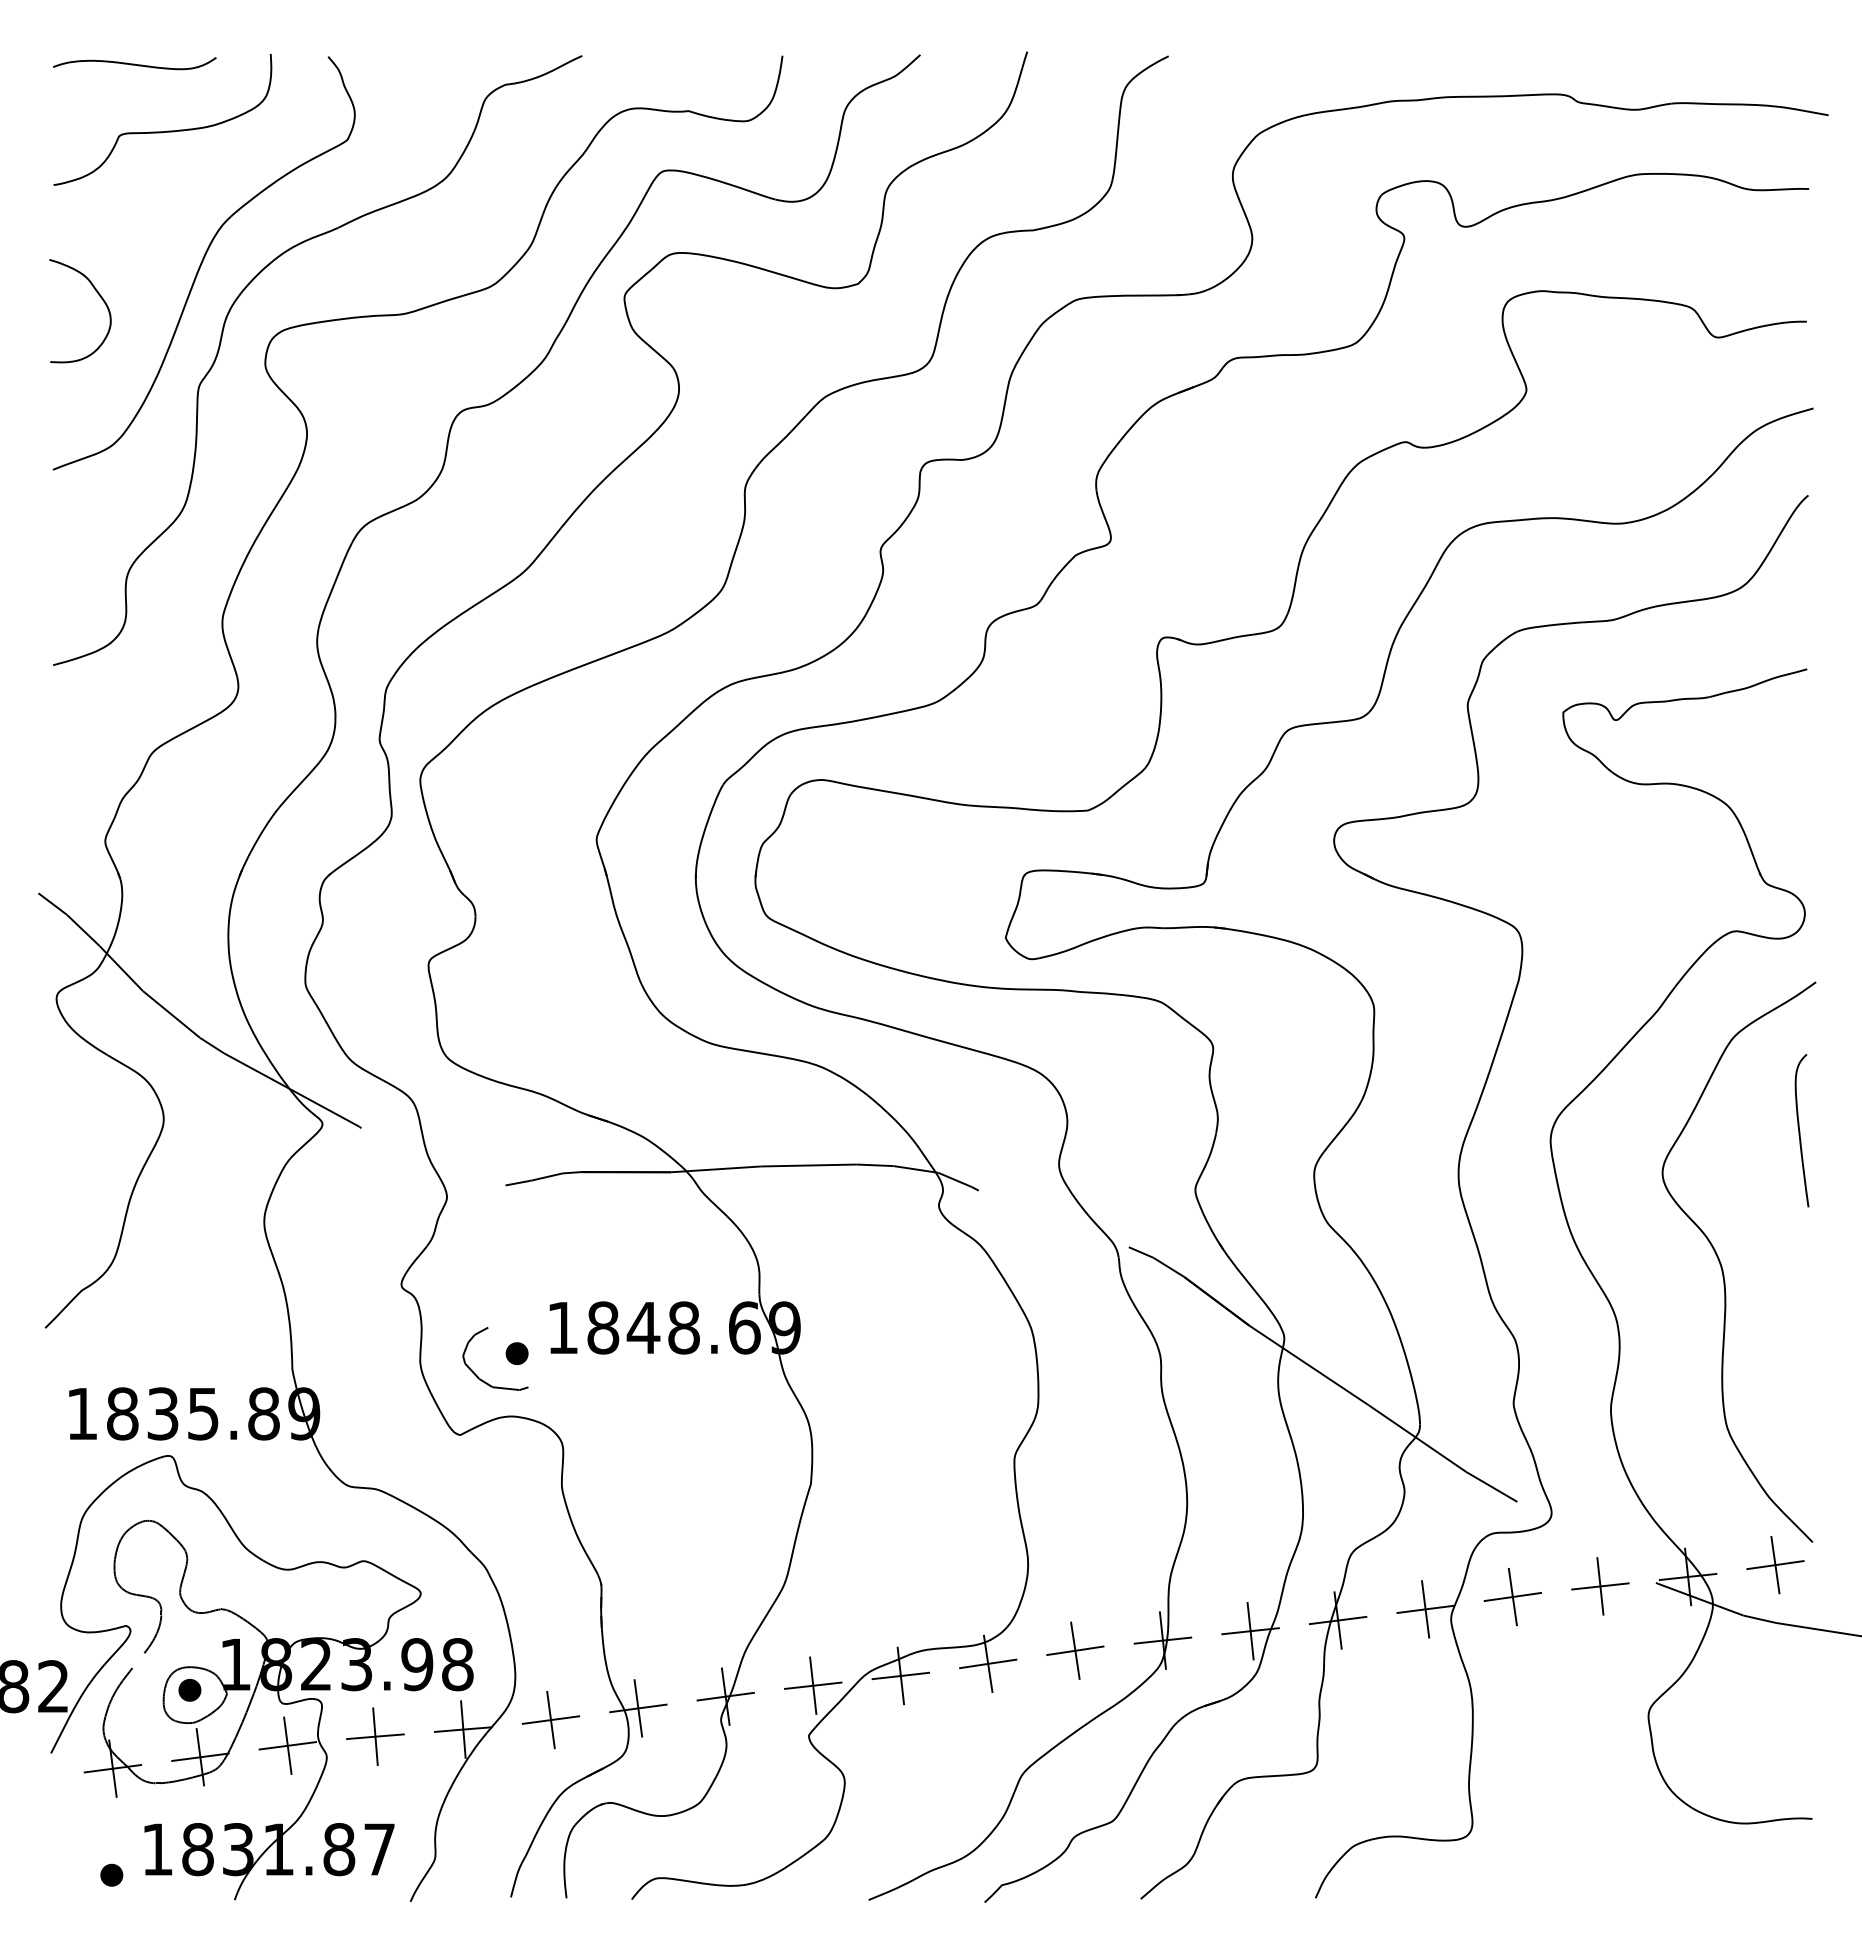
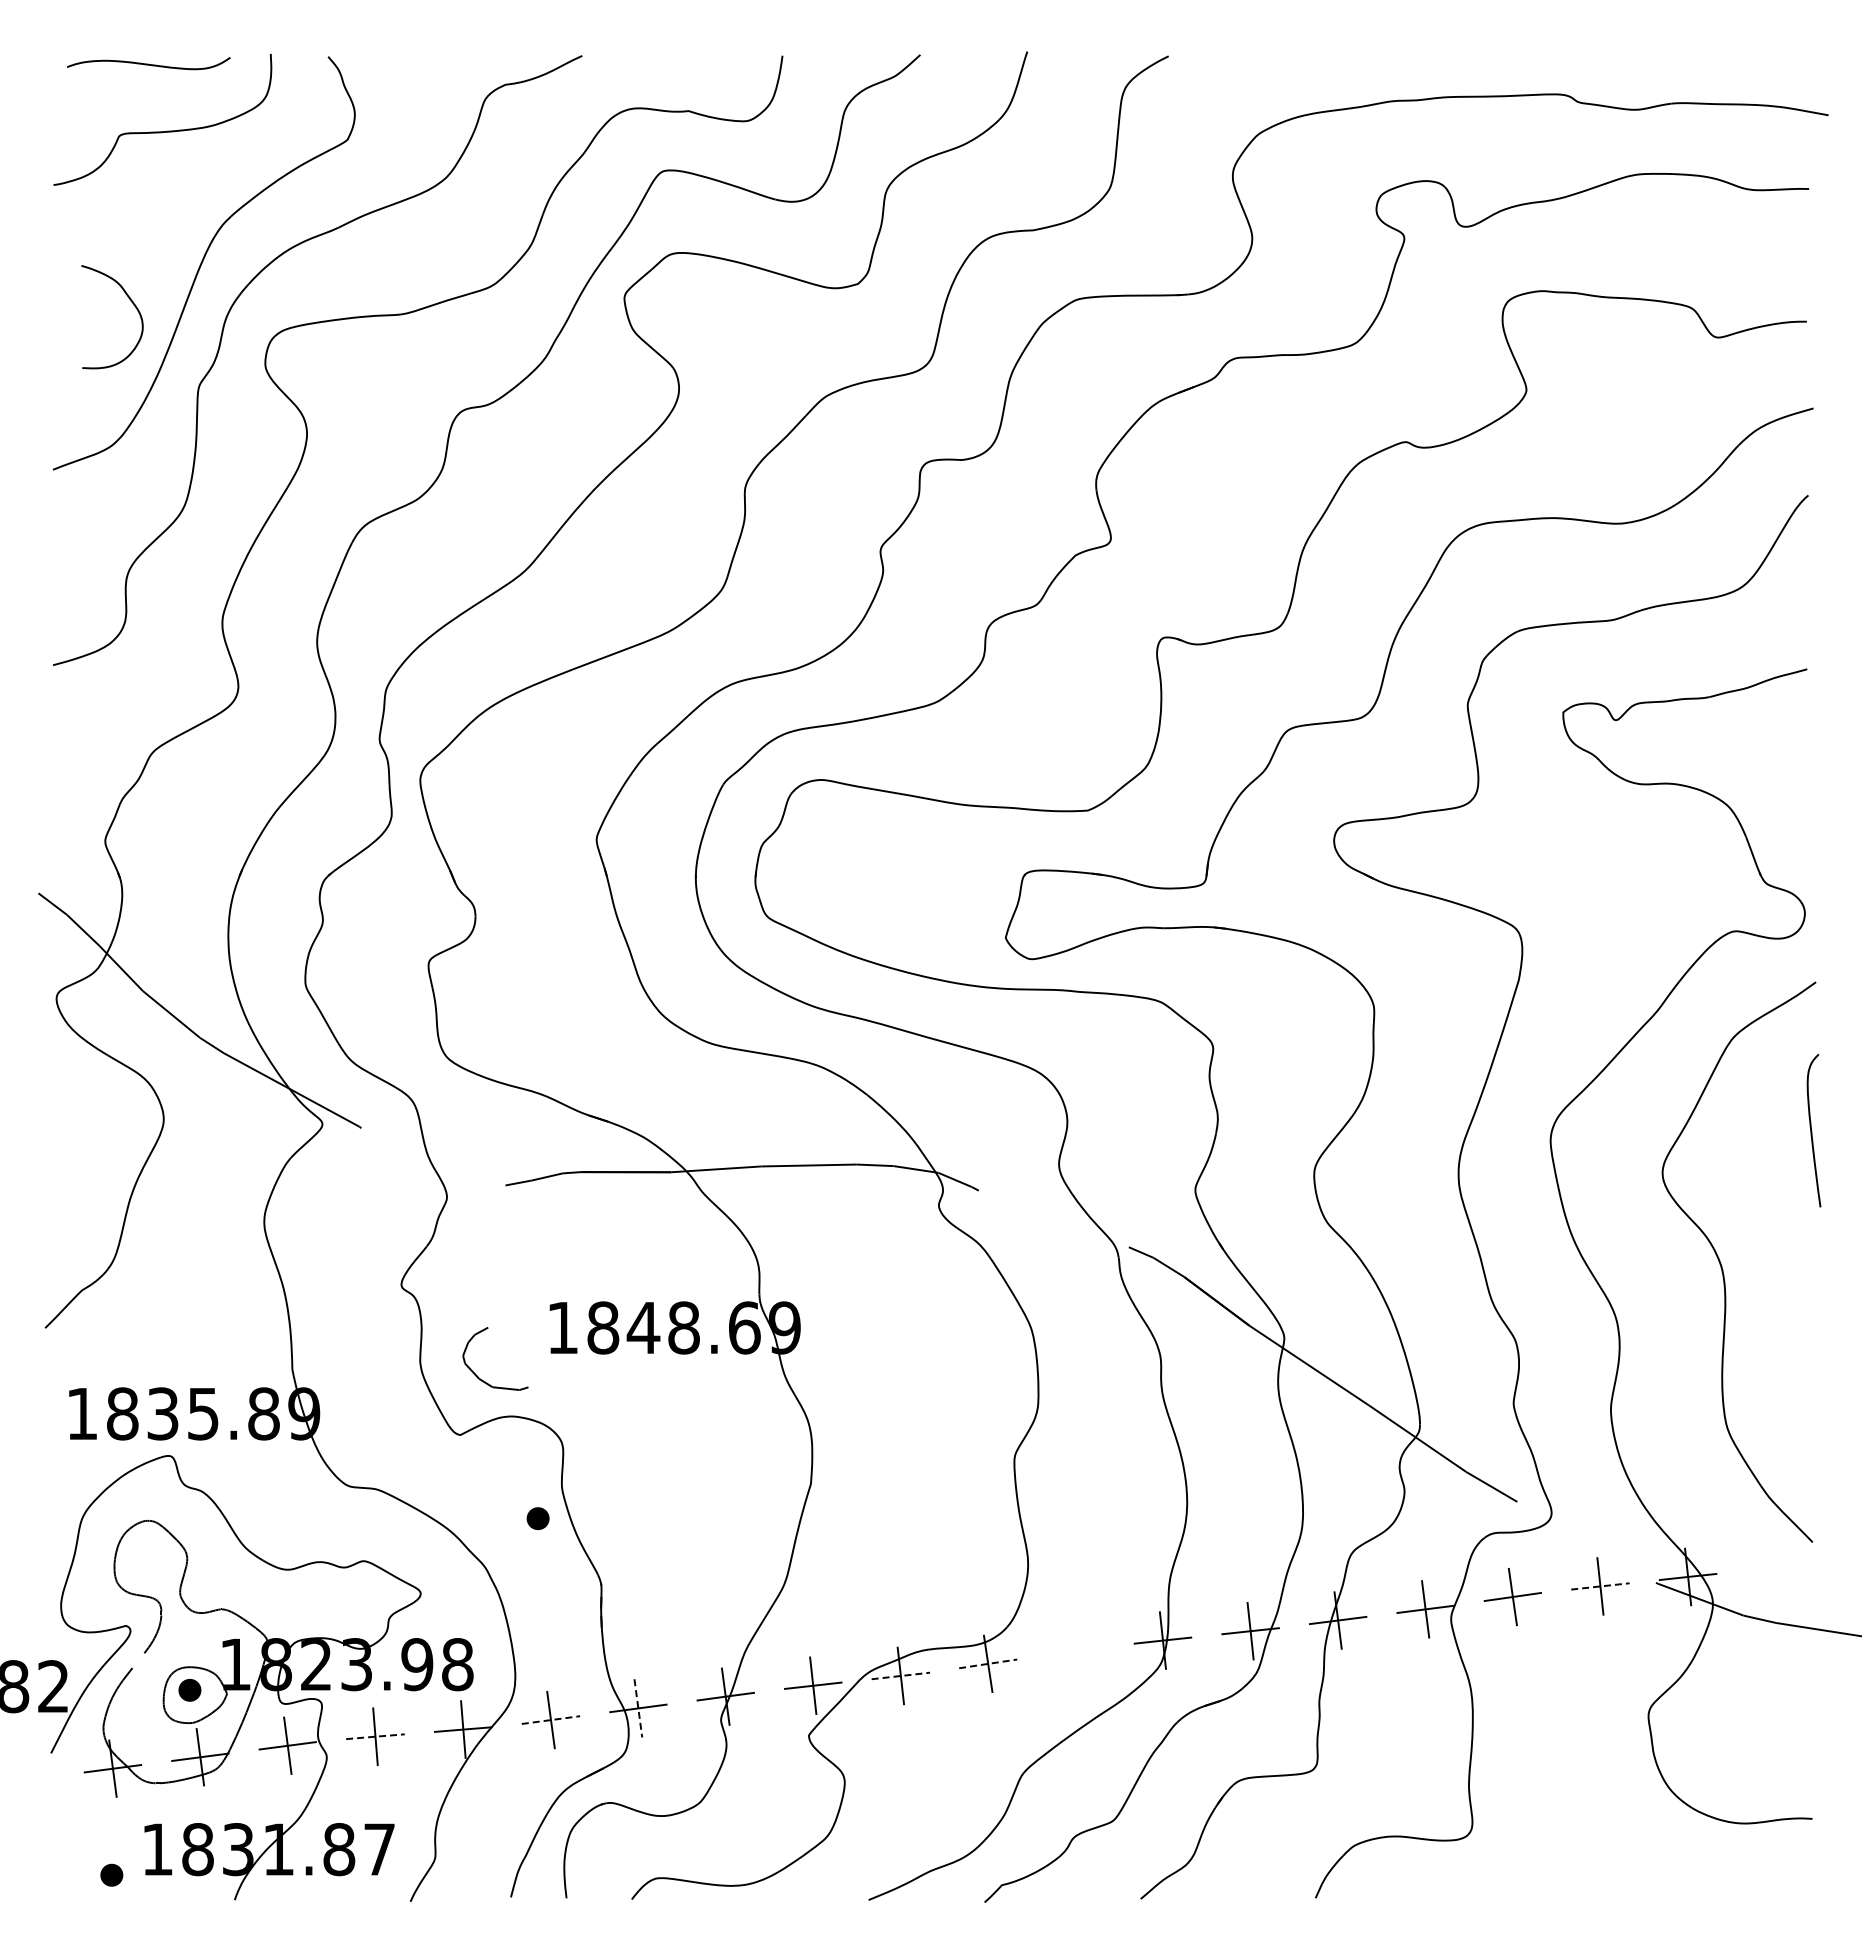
curve at (134, 63) position: (134, 63) -> (148, 63)
curve at (98, 295) position: (98, 295) -> (130, 301)
curve at (1800, 1130) position: (1800, 1130) -> (1812, 1130)
part at (516, 1353) position: (516, 1353) -> (537, 1518)
part at (1775, 1565): present -> none
line at (1600, 1586): solid -> dashed
part at (1075, 1650): present -> none
line at (988, 1663): solid -> dashed
line at (900, 1676): solid -> dashed
line at (638, 1708): solid -> dashed
line at (551, 1720): solid -> dashed
line at (375, 1736): solid -> dashed
